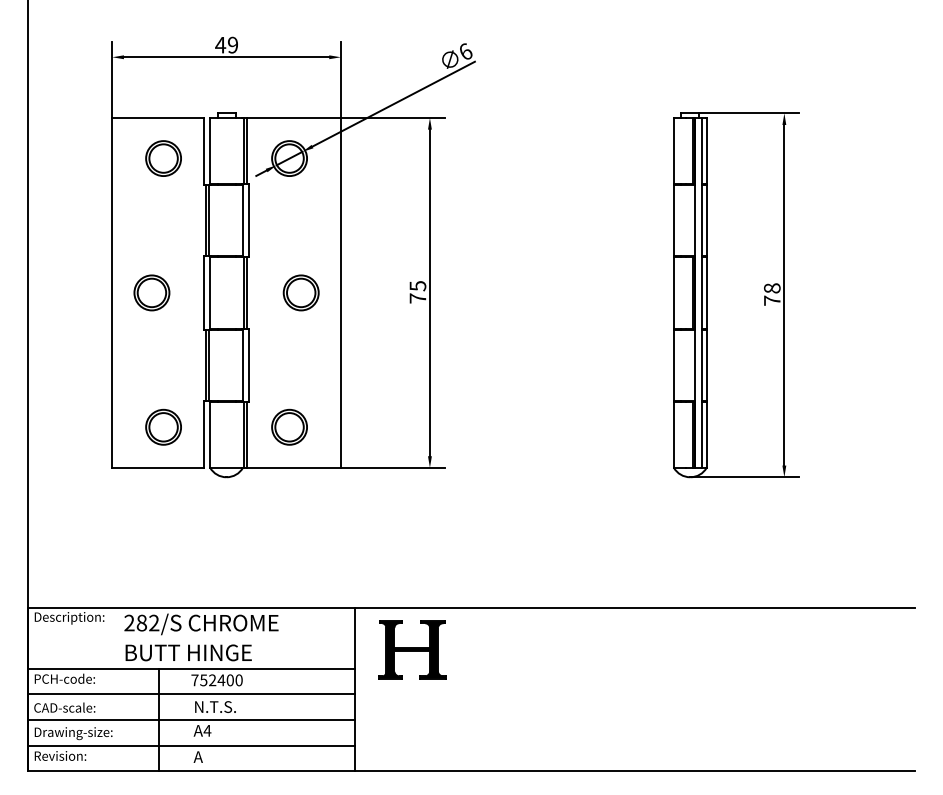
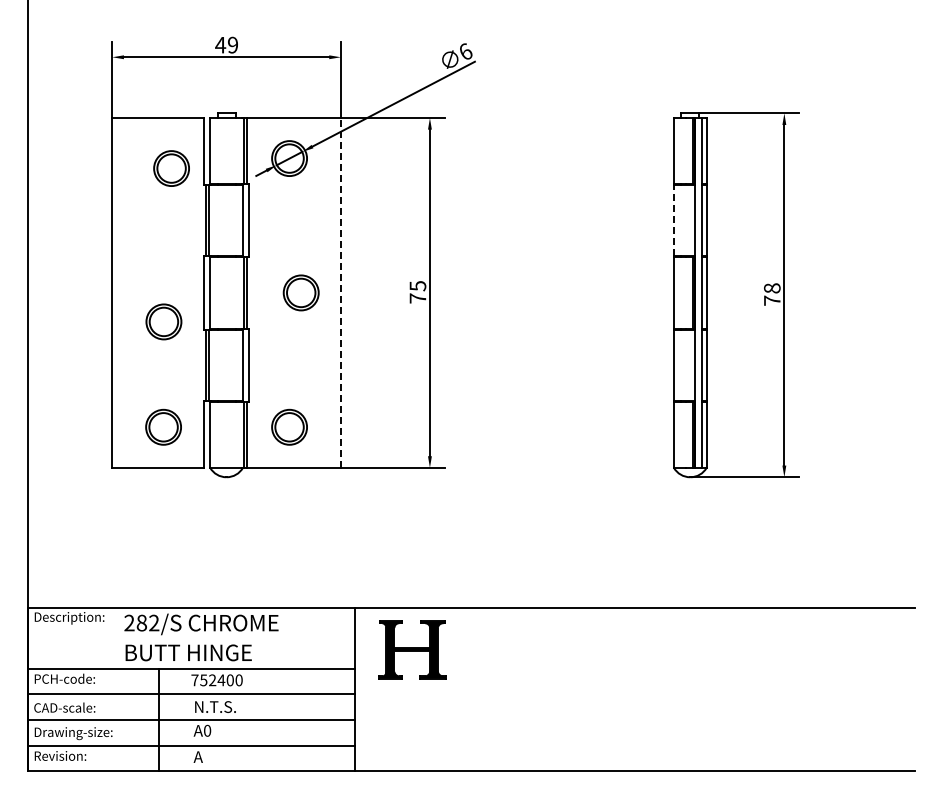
part at (163, 158) position: (163, 158) -> (171, 168)
line at (673, 220): solid -> dashed
part at (151, 292) position: (151, 292) -> (163, 321)
line at (340, 292): solid -> dashed
text at (207, 730): A4 -> A0
